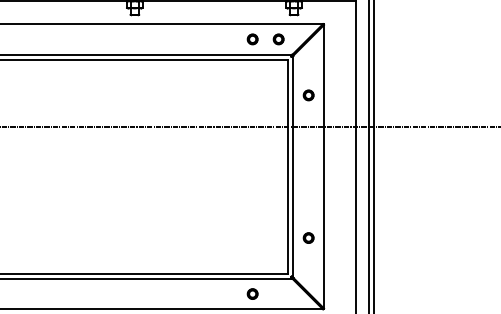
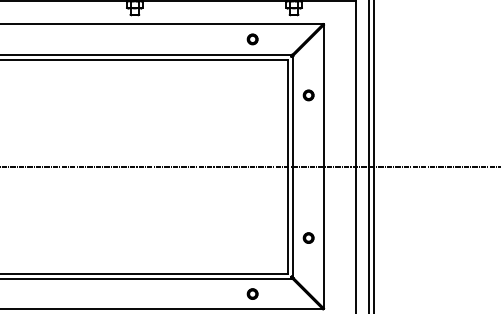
part at (278, 39): present -> none
line at (249, 126) position: (249, 126) -> (249, 166)
